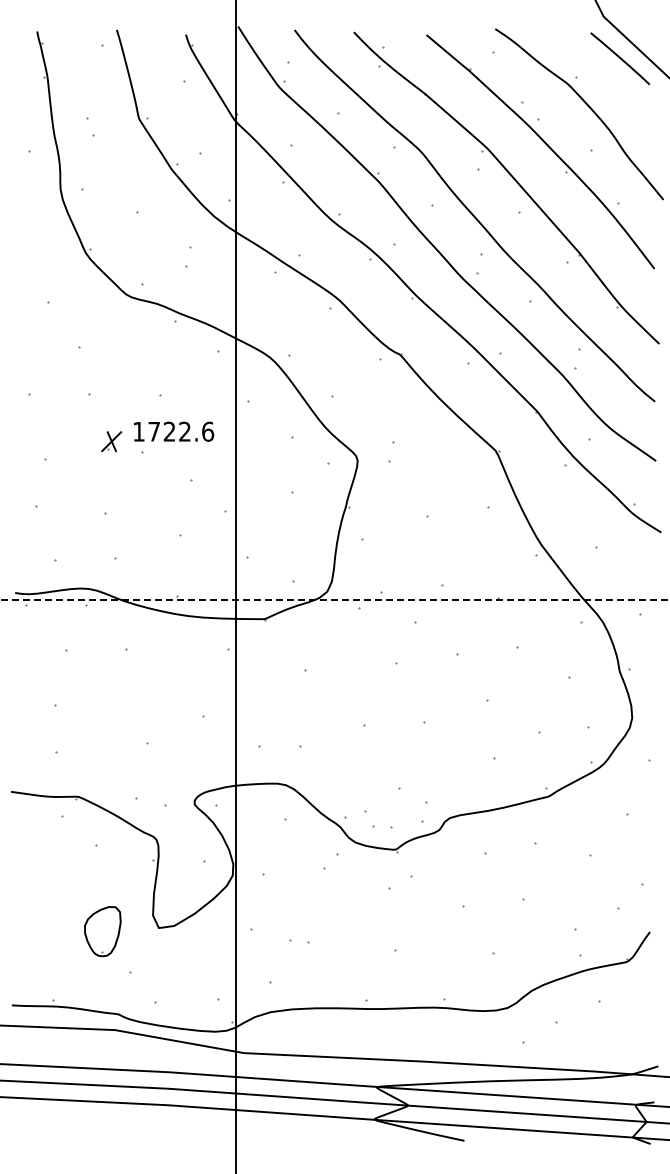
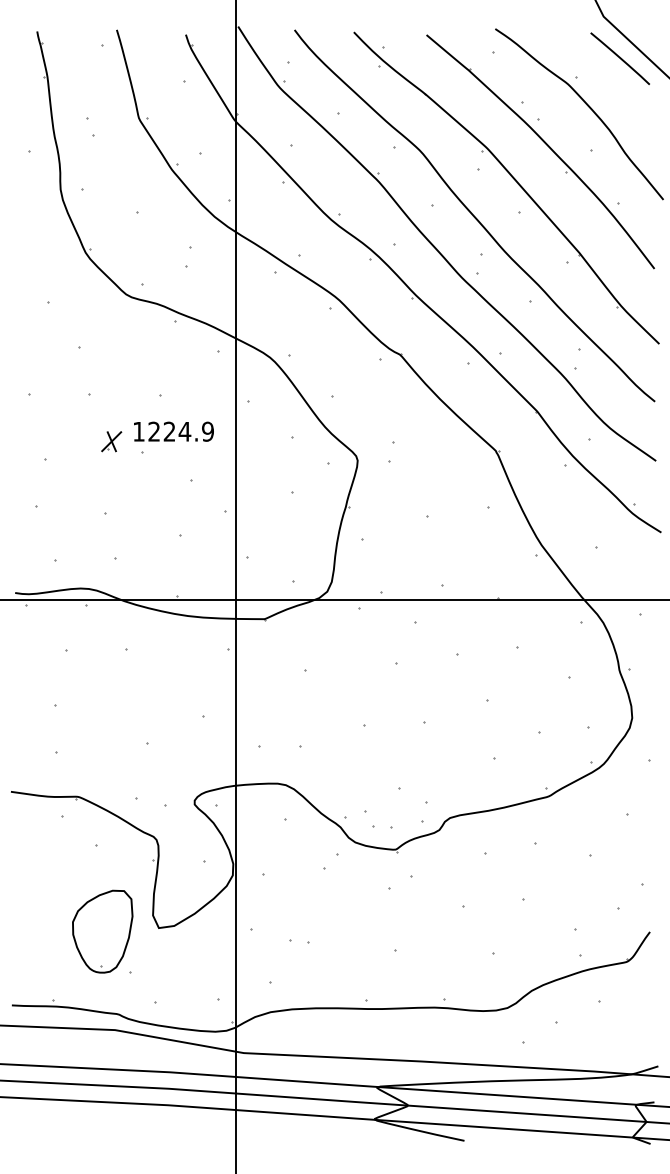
text at (181, 431): 1722.6 -> 1224.9
line at (335, 600): dashed -> solid
part at (102, 931) size: 38x52 px -> 62x85 px
